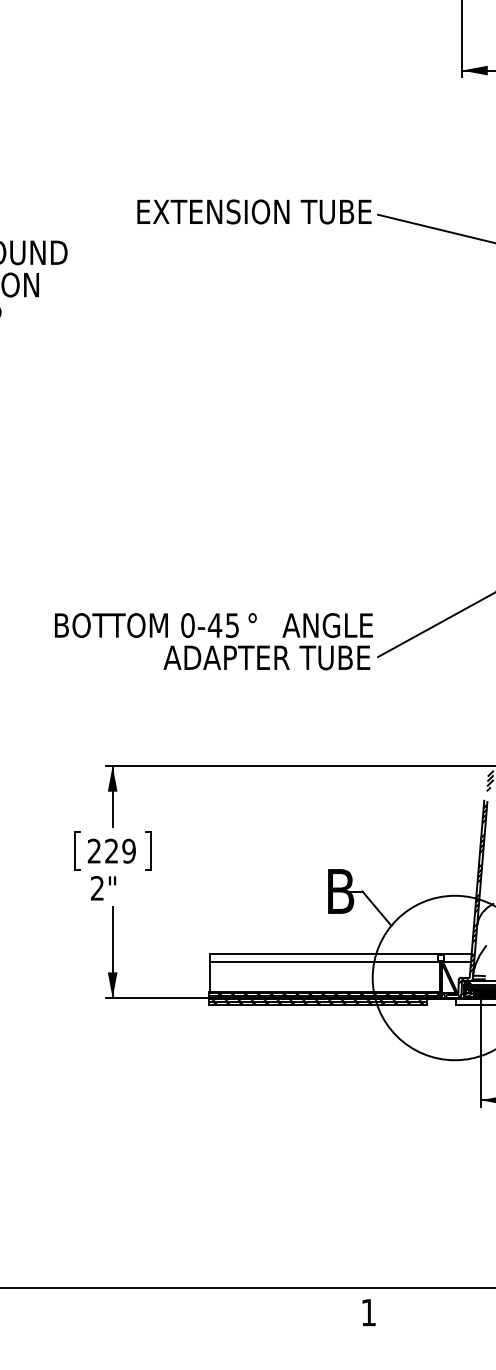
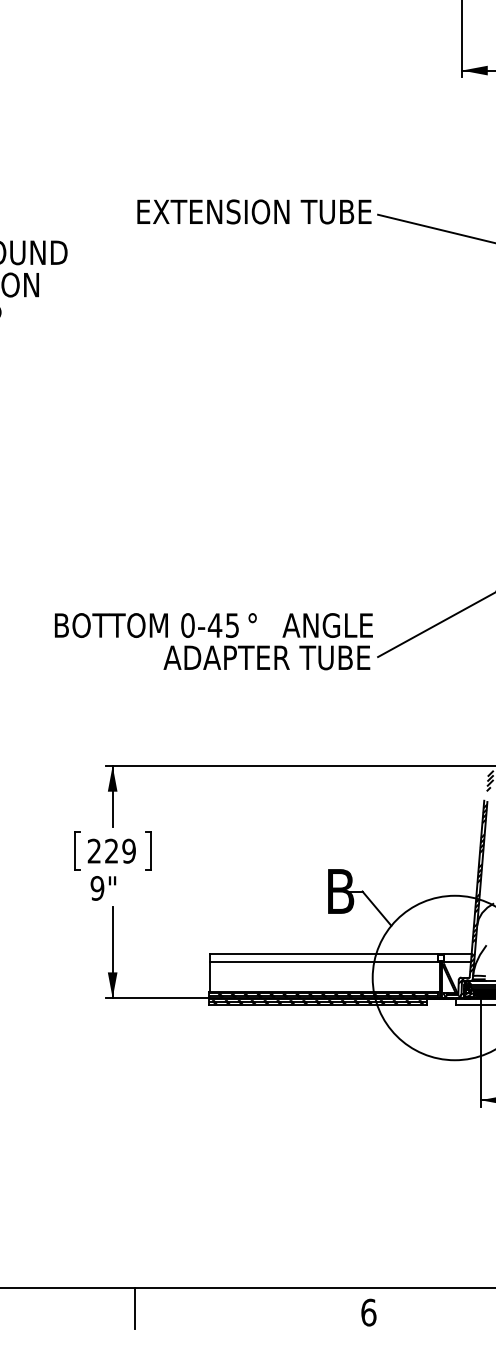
text at (97, 888): 2" -> 9"
line at (134, 1308): none -> present
text at (368, 1312): 1 -> 6
